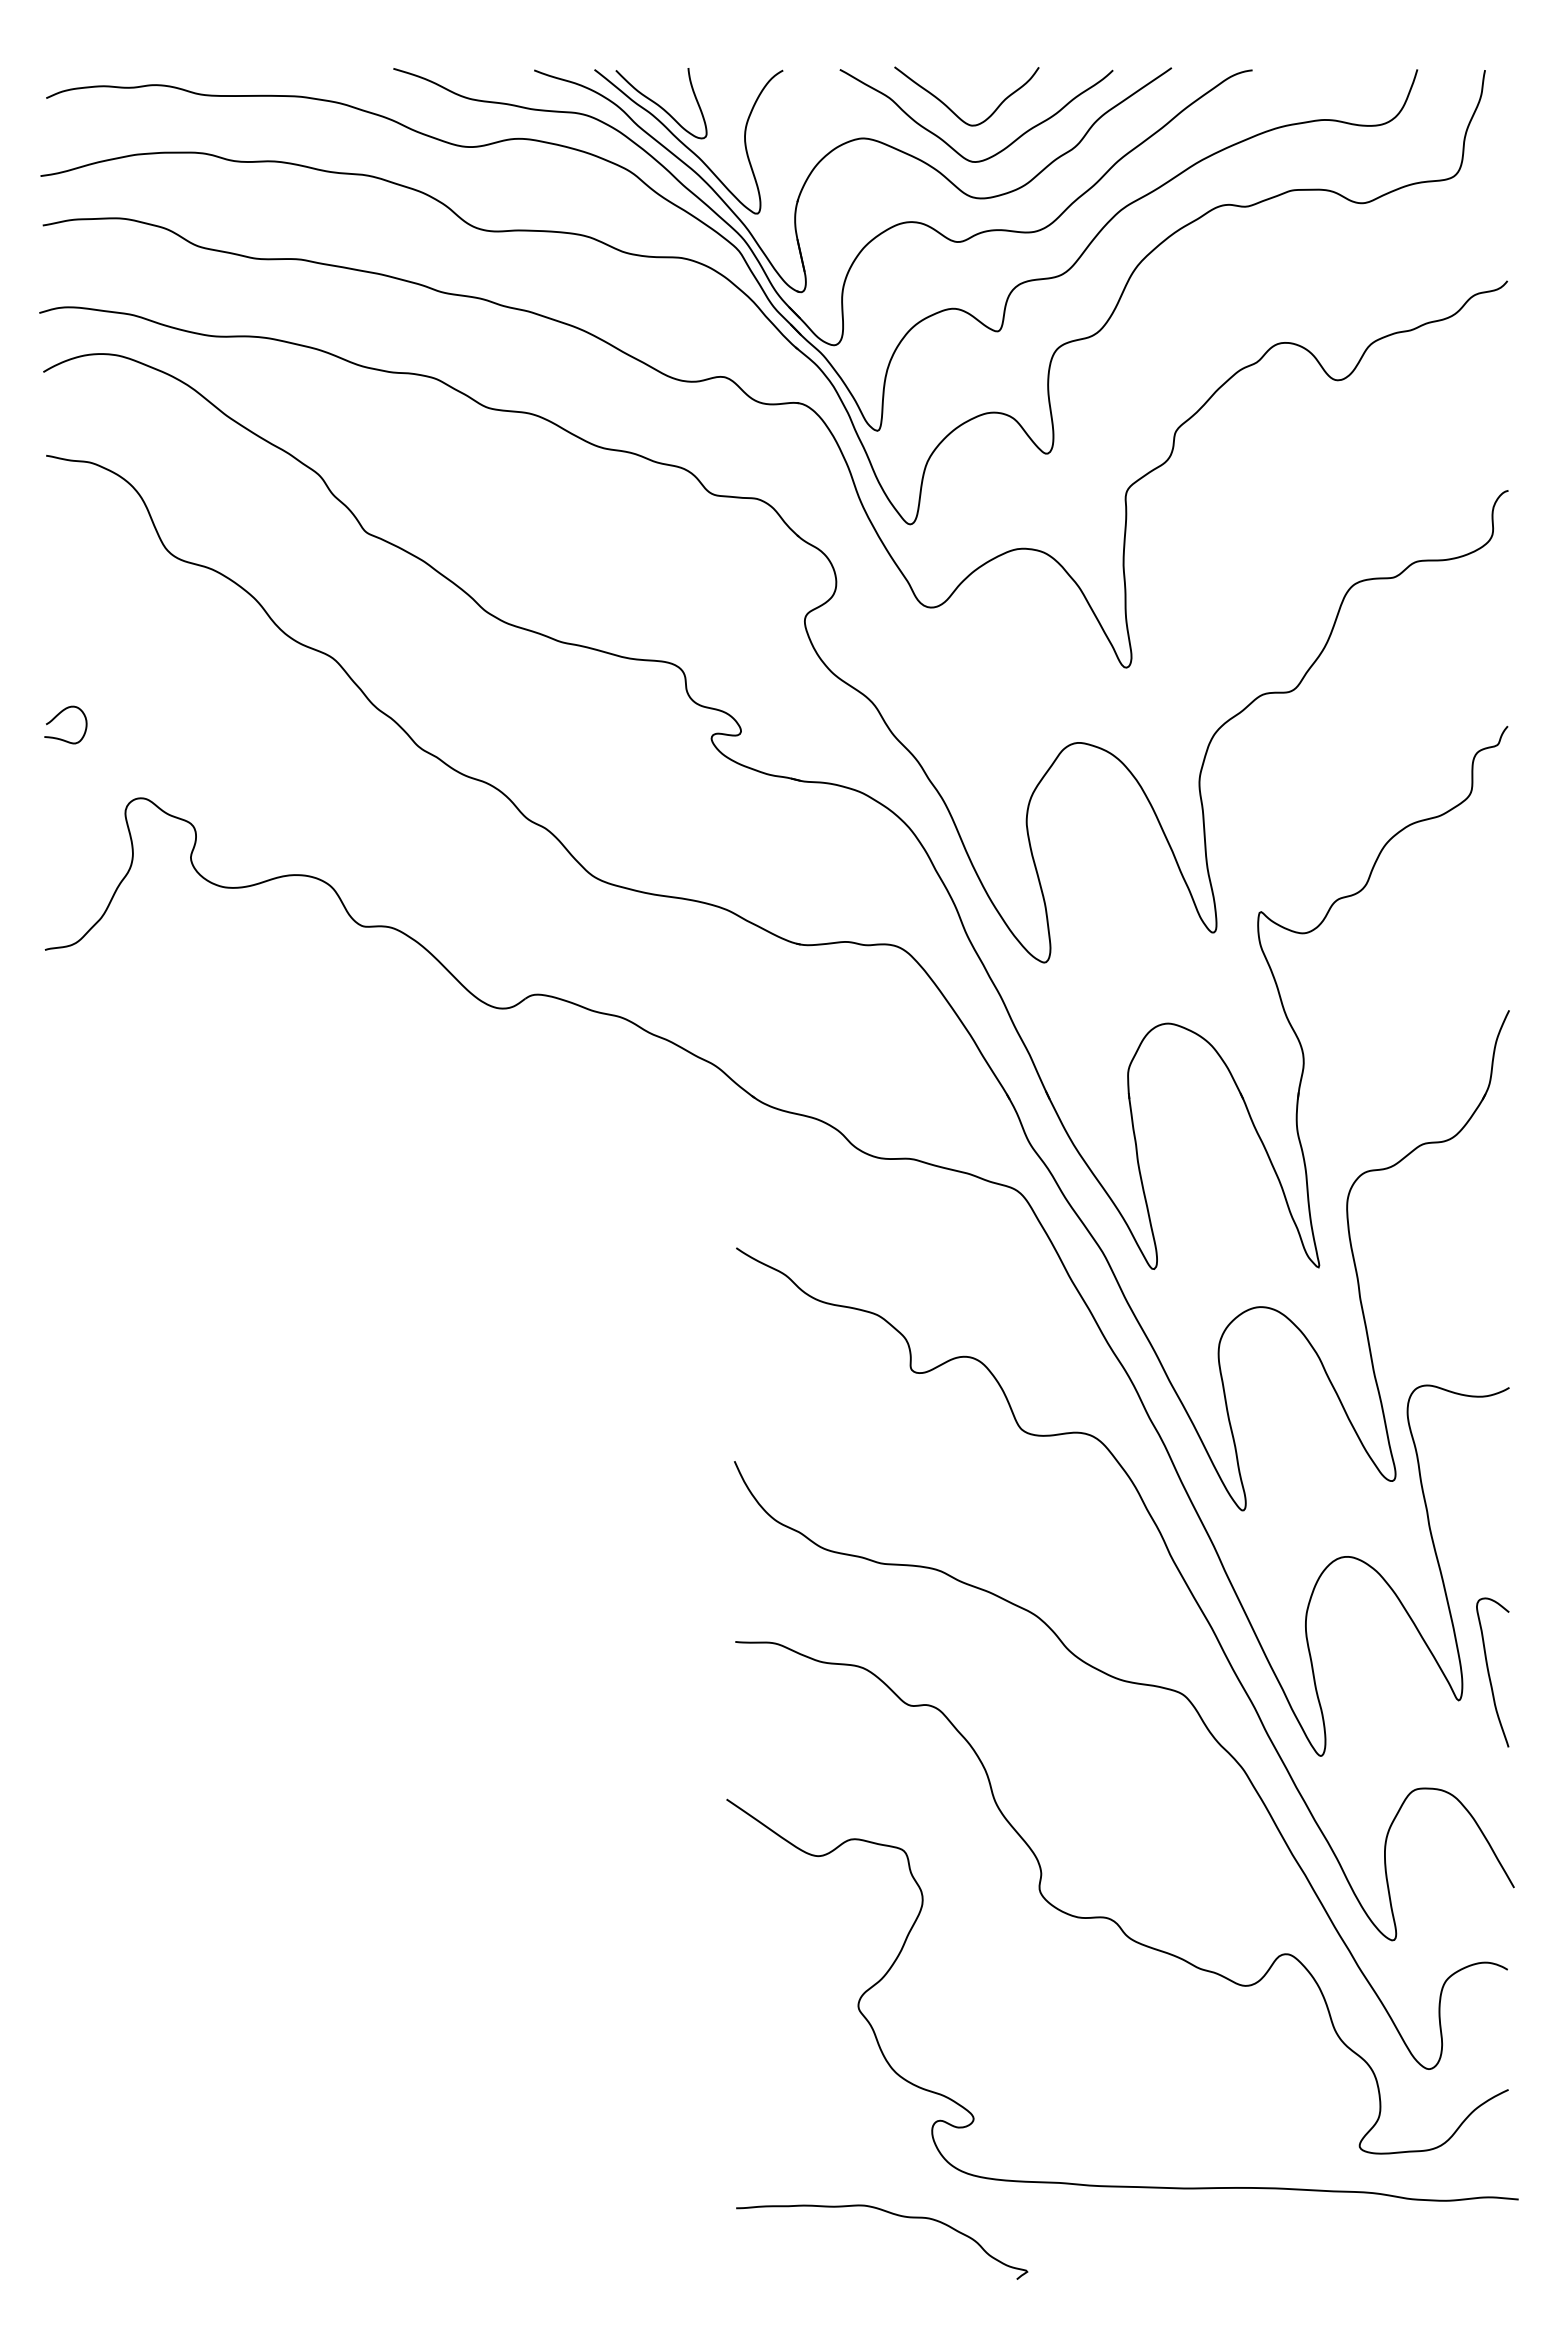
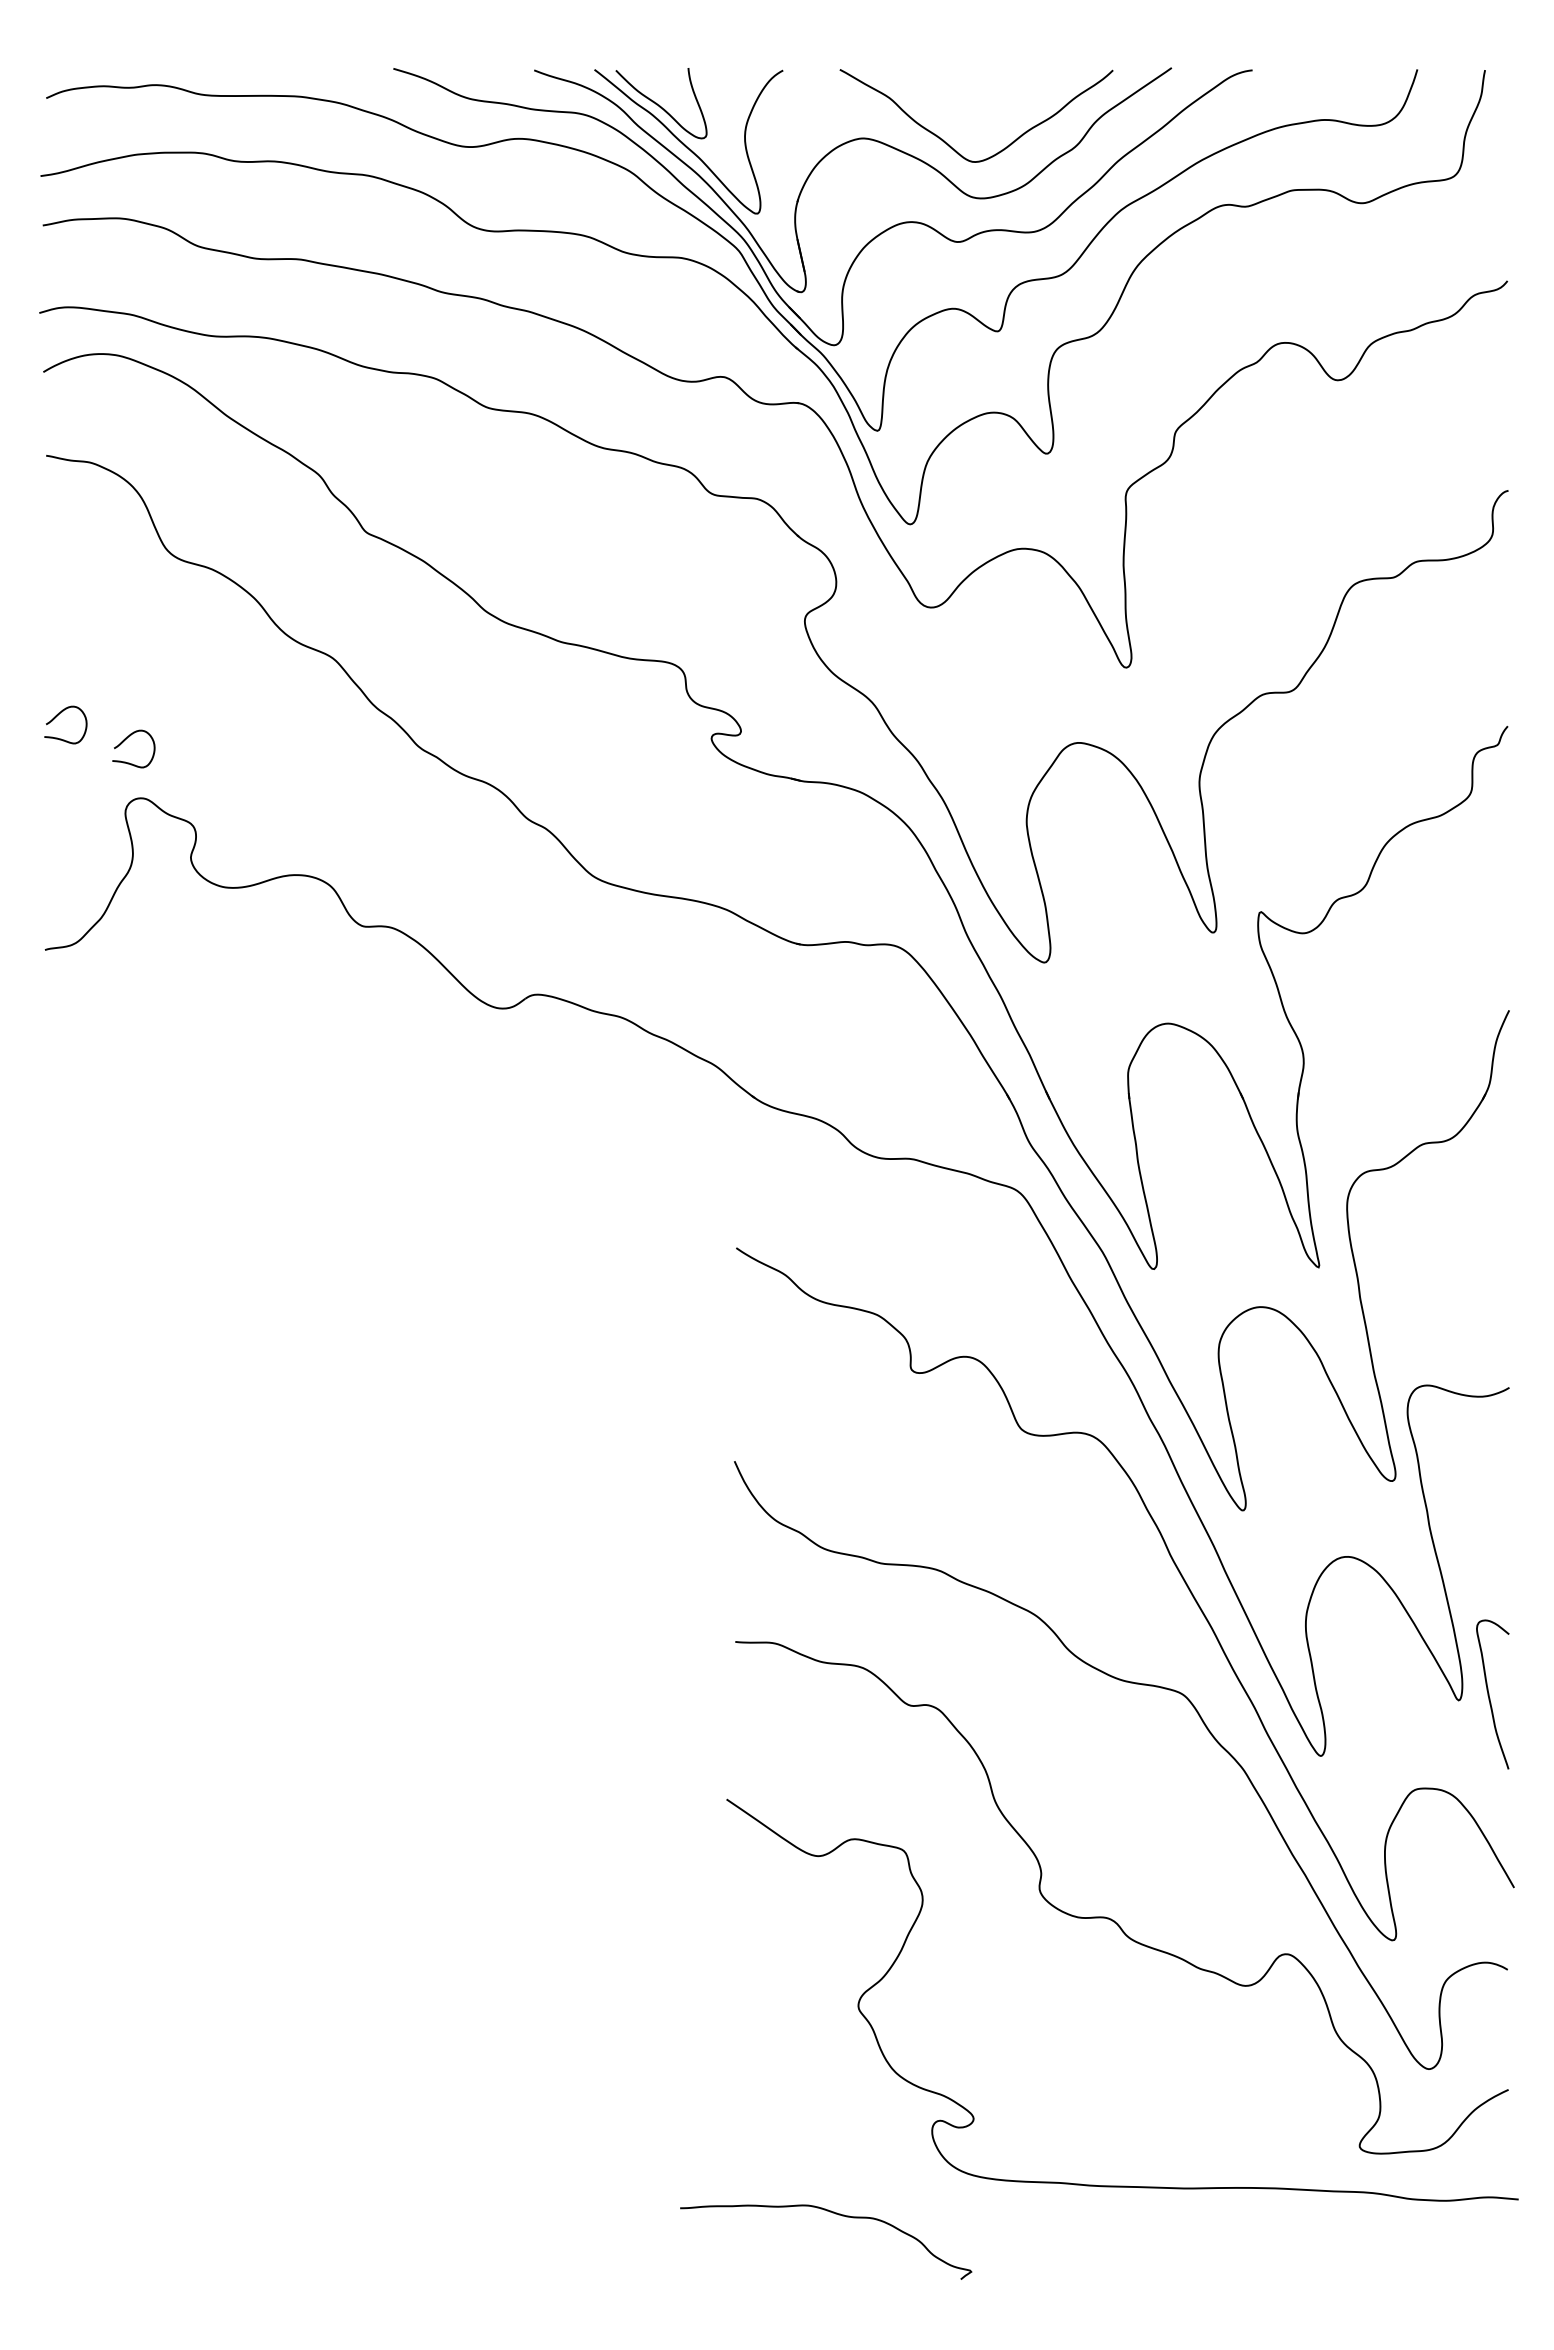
curve at (952, 110): present -> none
curve at (125, 740): none -> present
curve at (1489, 1672) position: (1489, 1672) -> (1489, 1694)
curve at (891, 2214) position: (891, 2214) -> (835, 2214)
